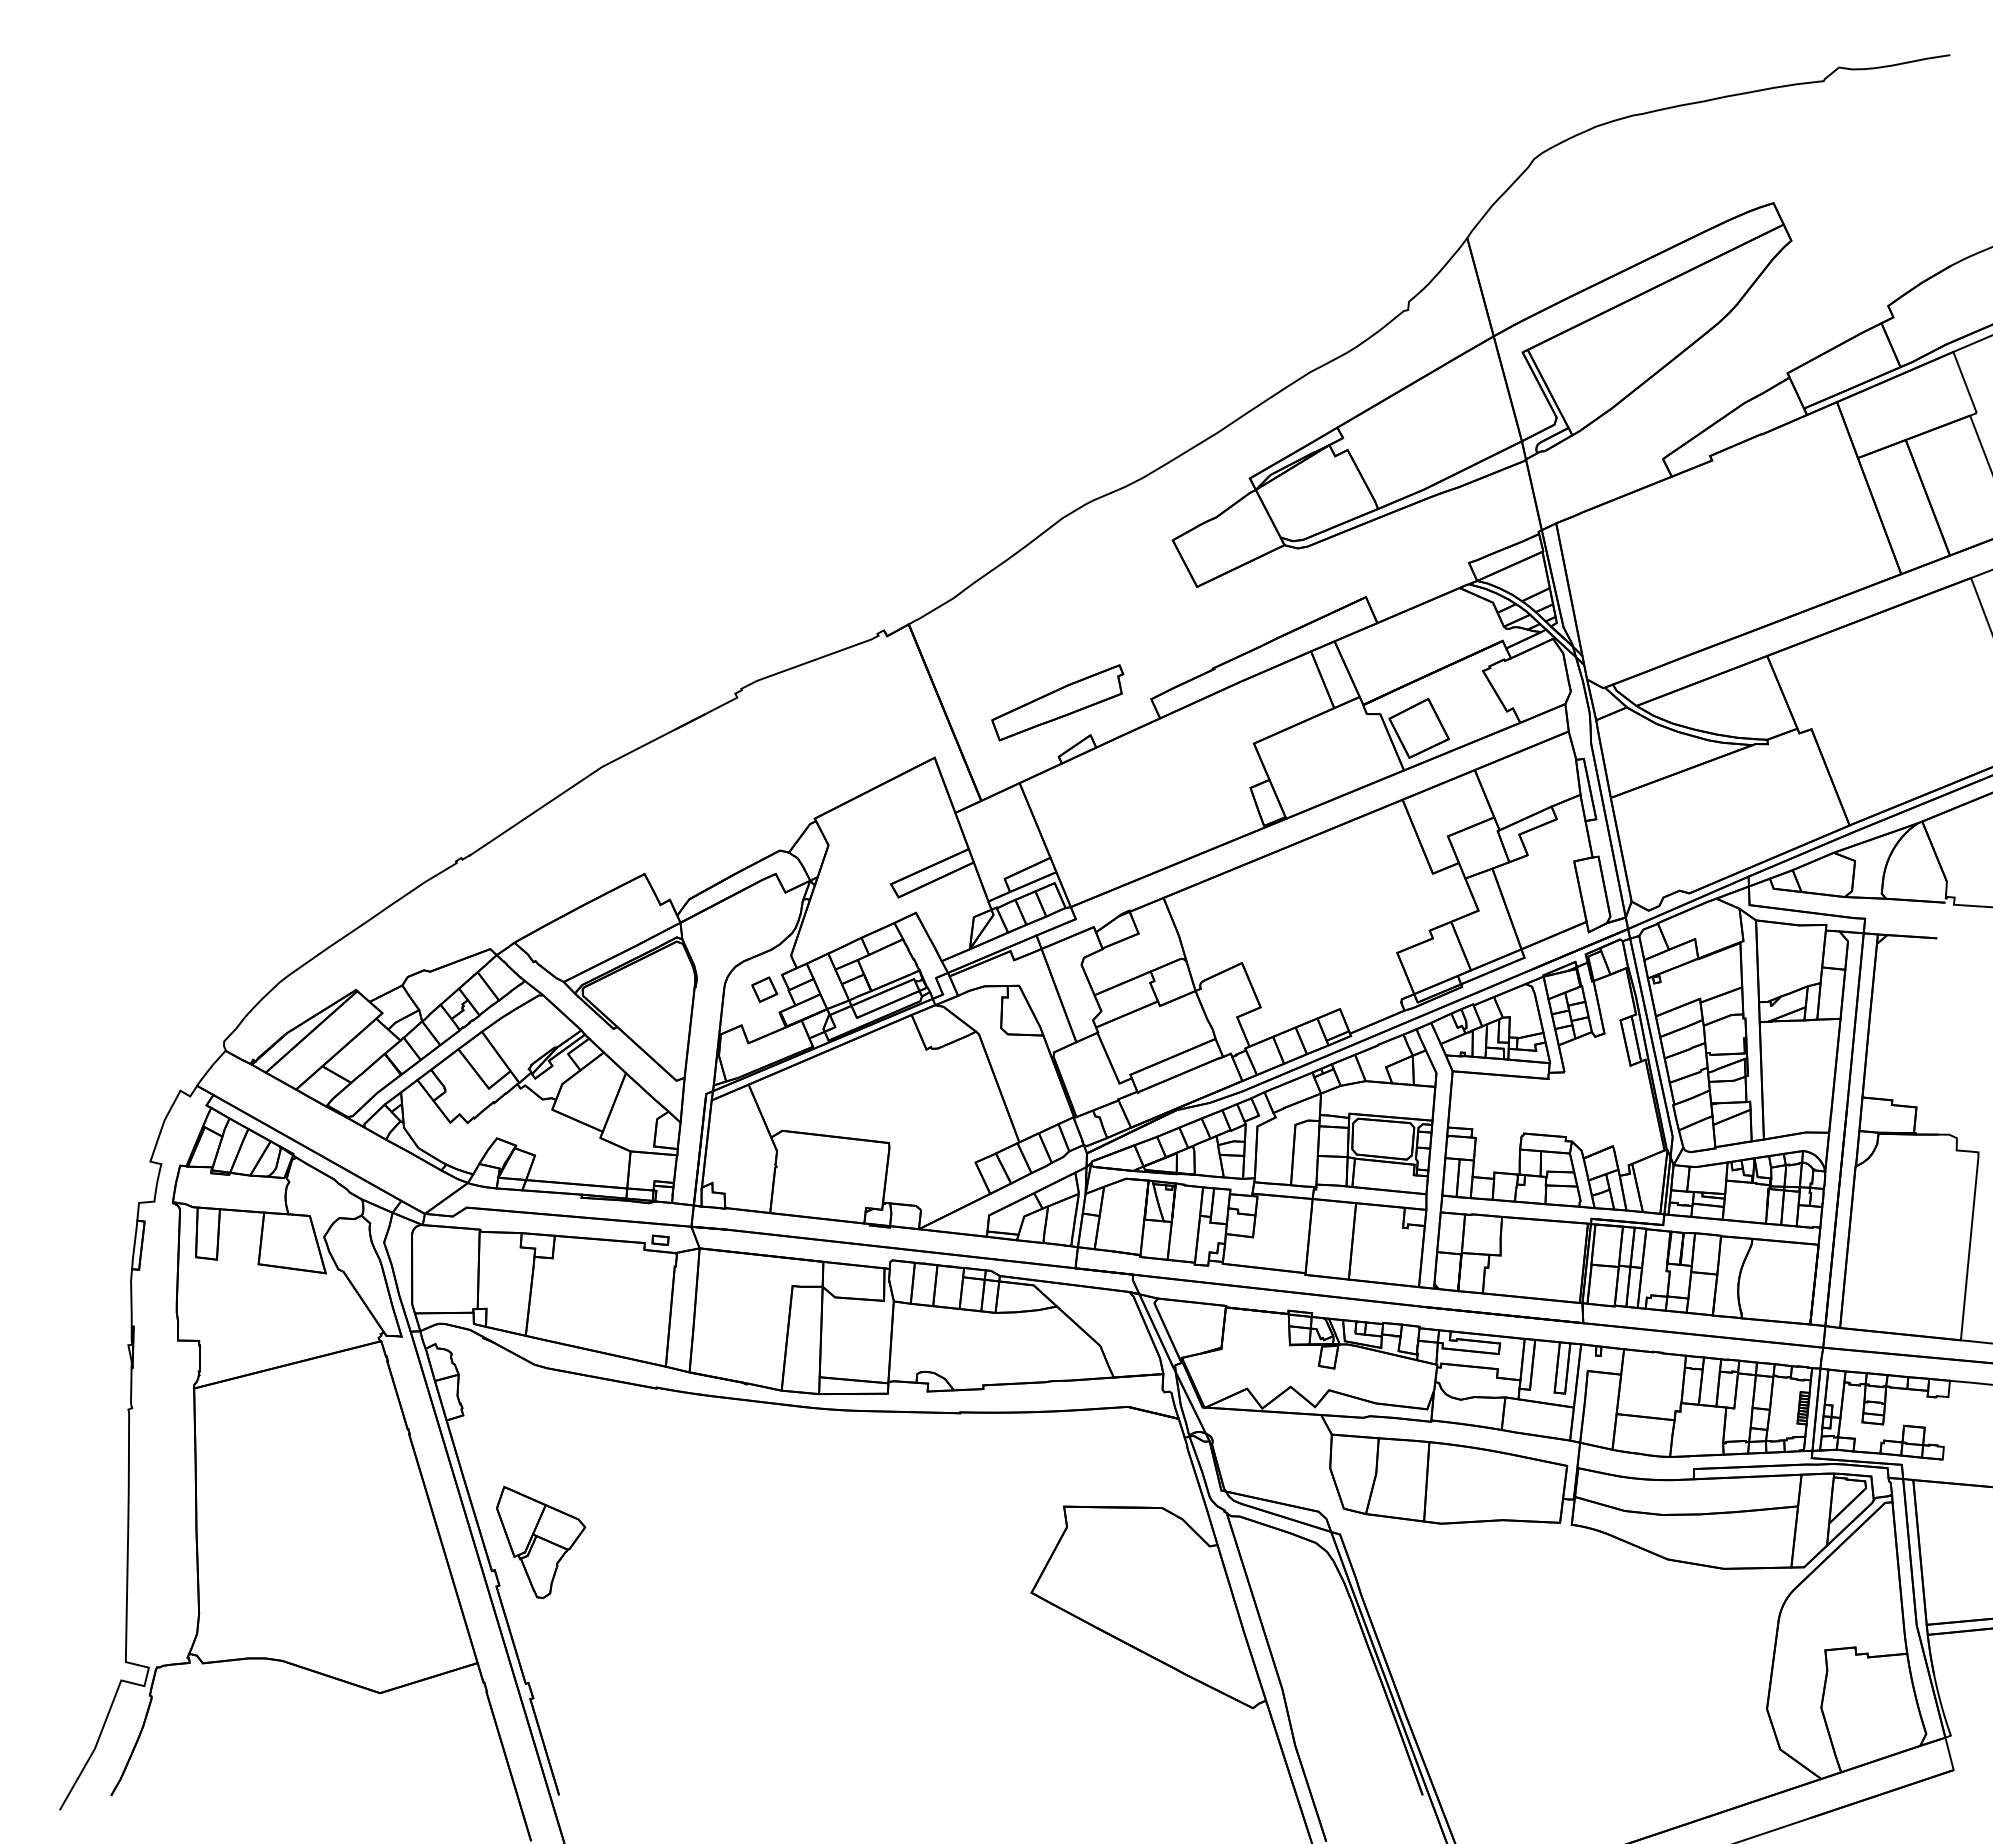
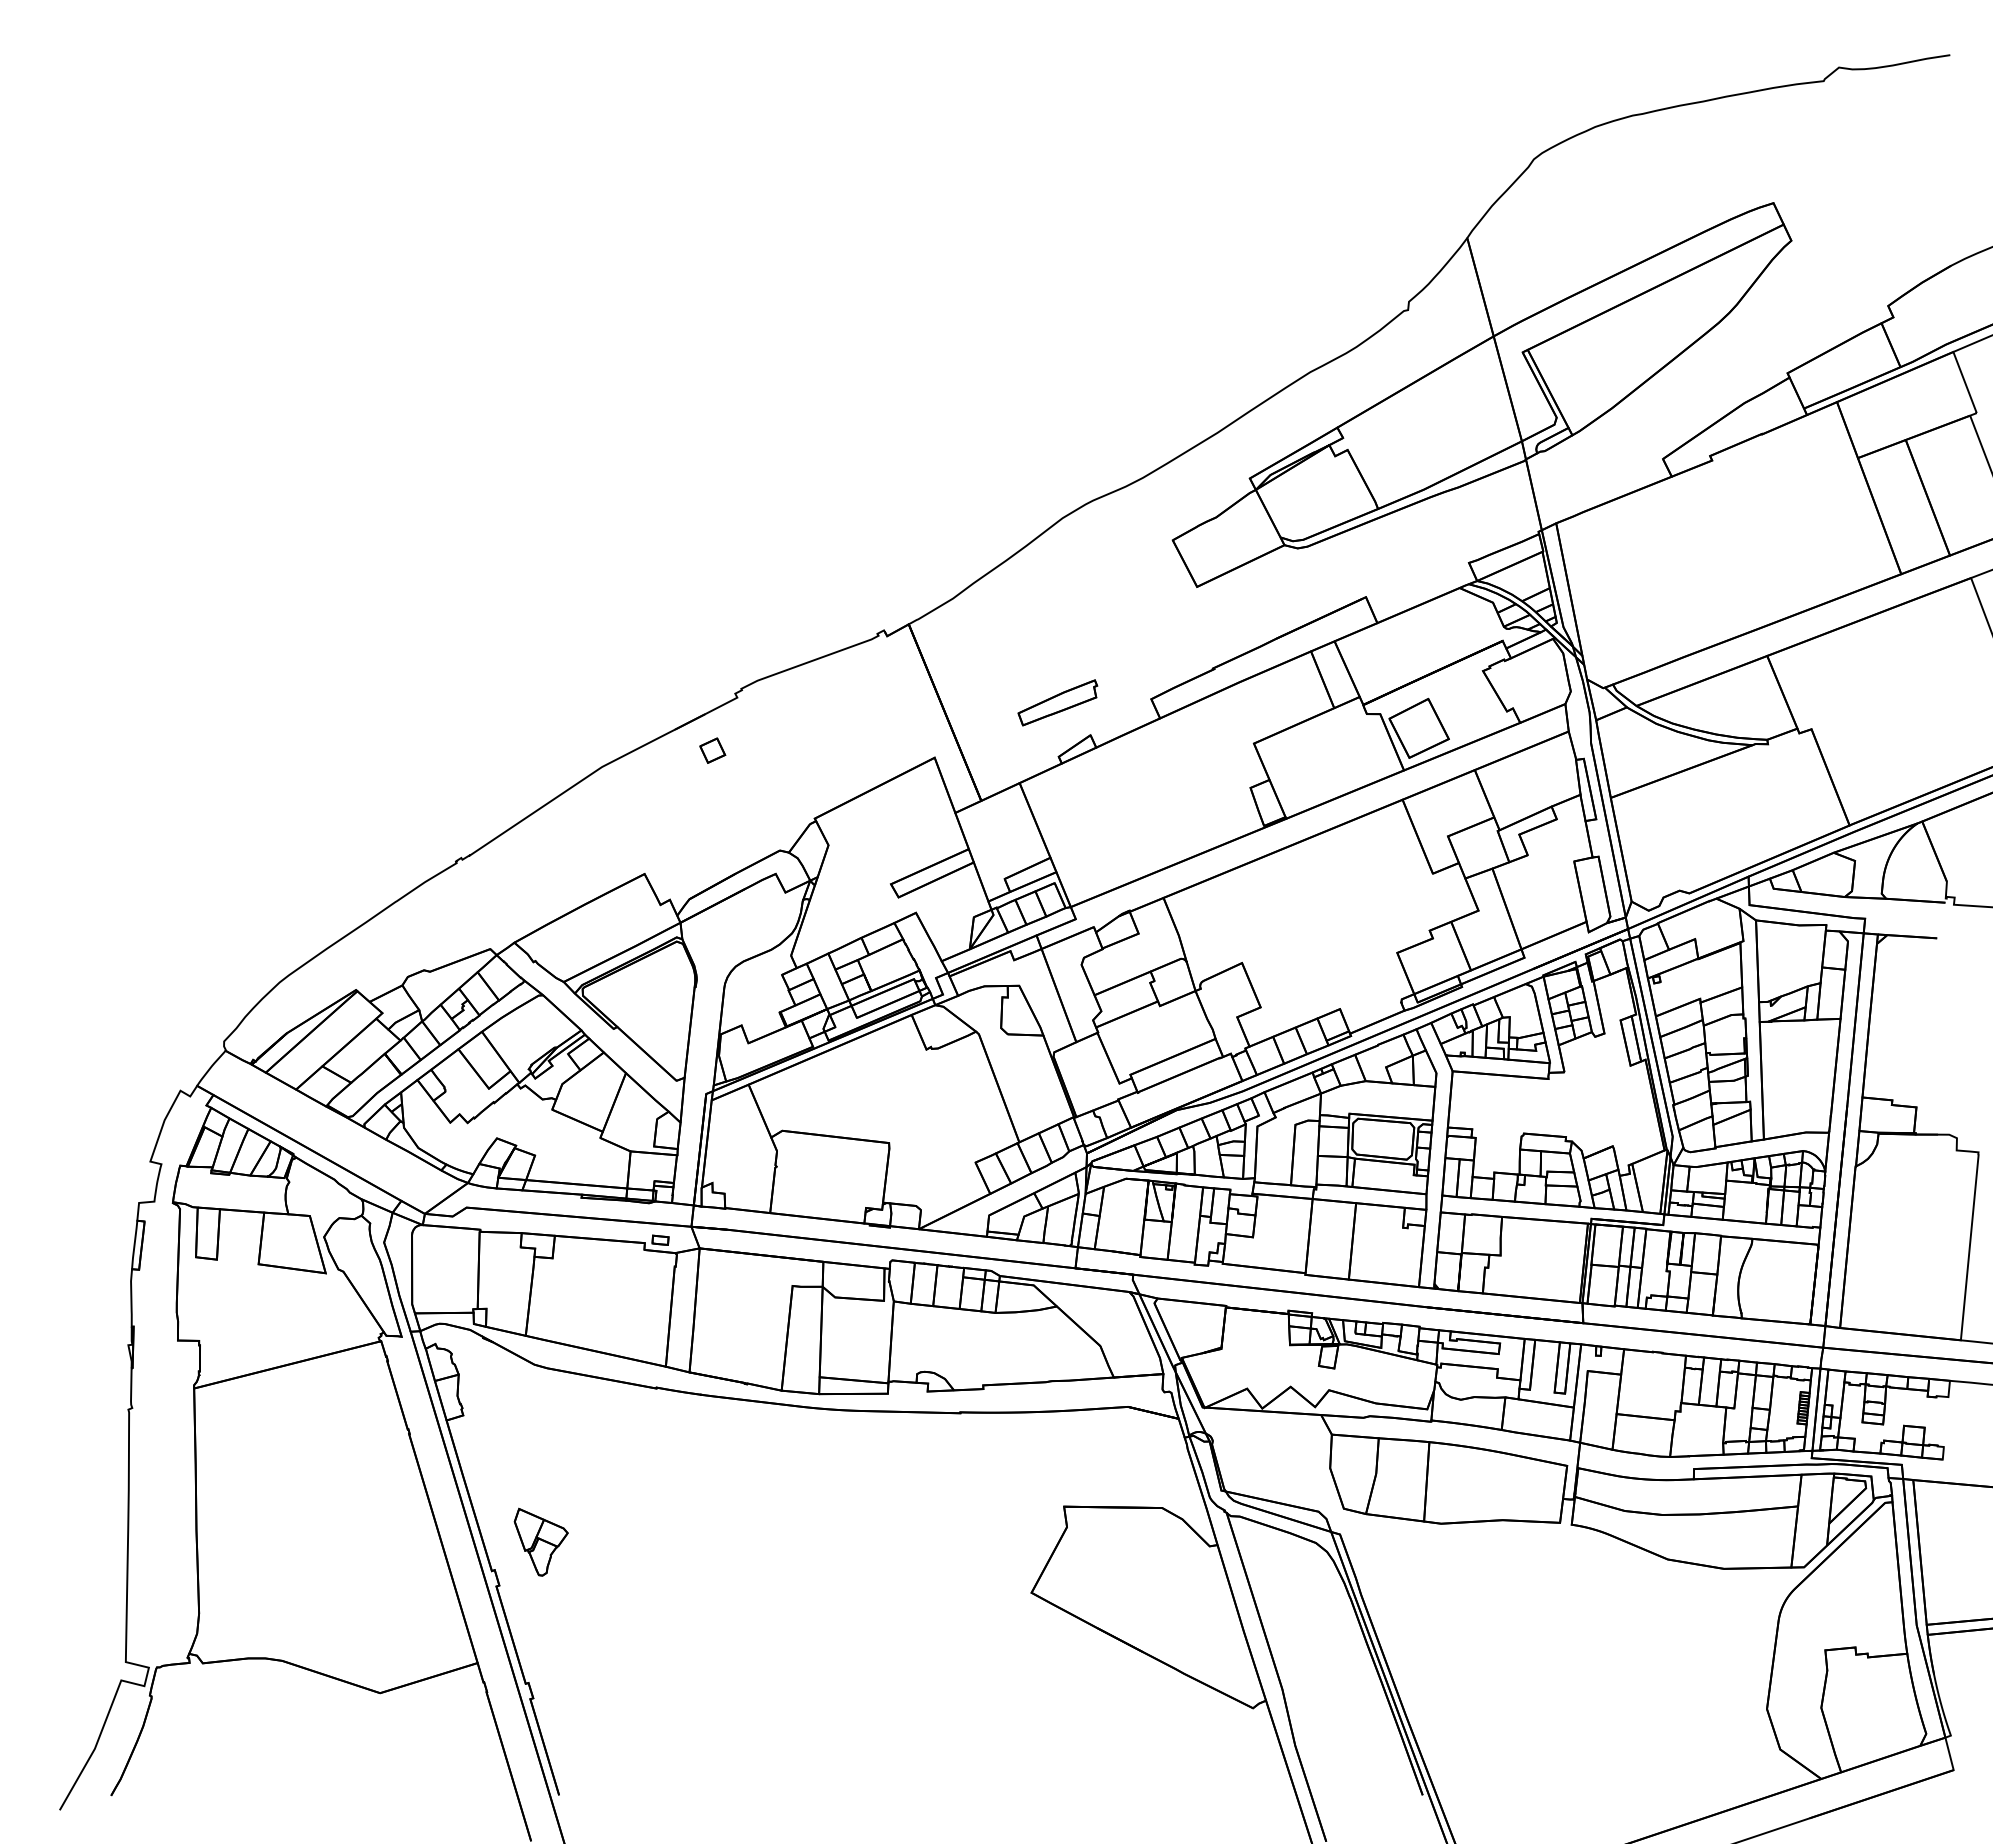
part at (1057, 702) size: 134x78 px -> 82x48 px
part at (764, 989) position: (764, 989) -> (712, 750)
part at (541, 1541) size: 91x114 px -> 56x70 px
